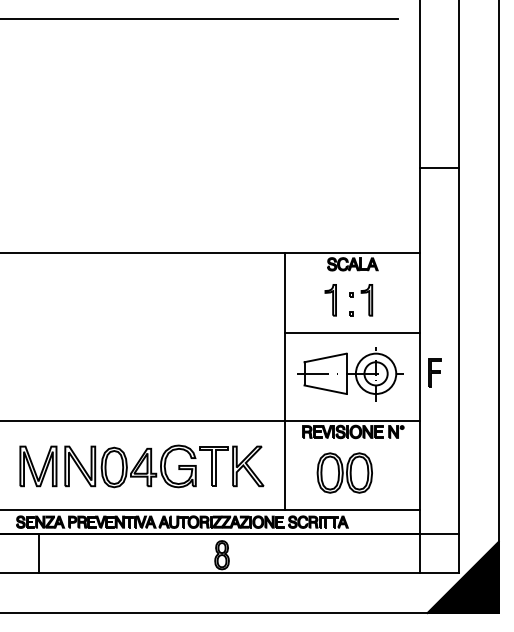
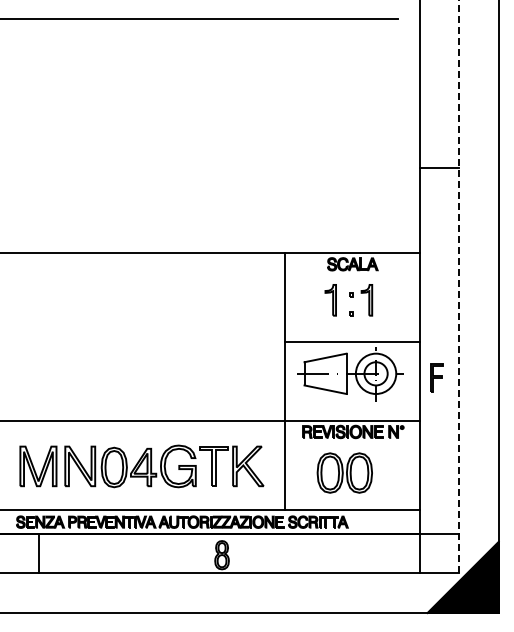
line at (459, 286): solid -> dashed
line at (352, 332) position: (352, 332) -> (352, 341)
part at (434, 372) position: (434, 372) -> (436, 377)
